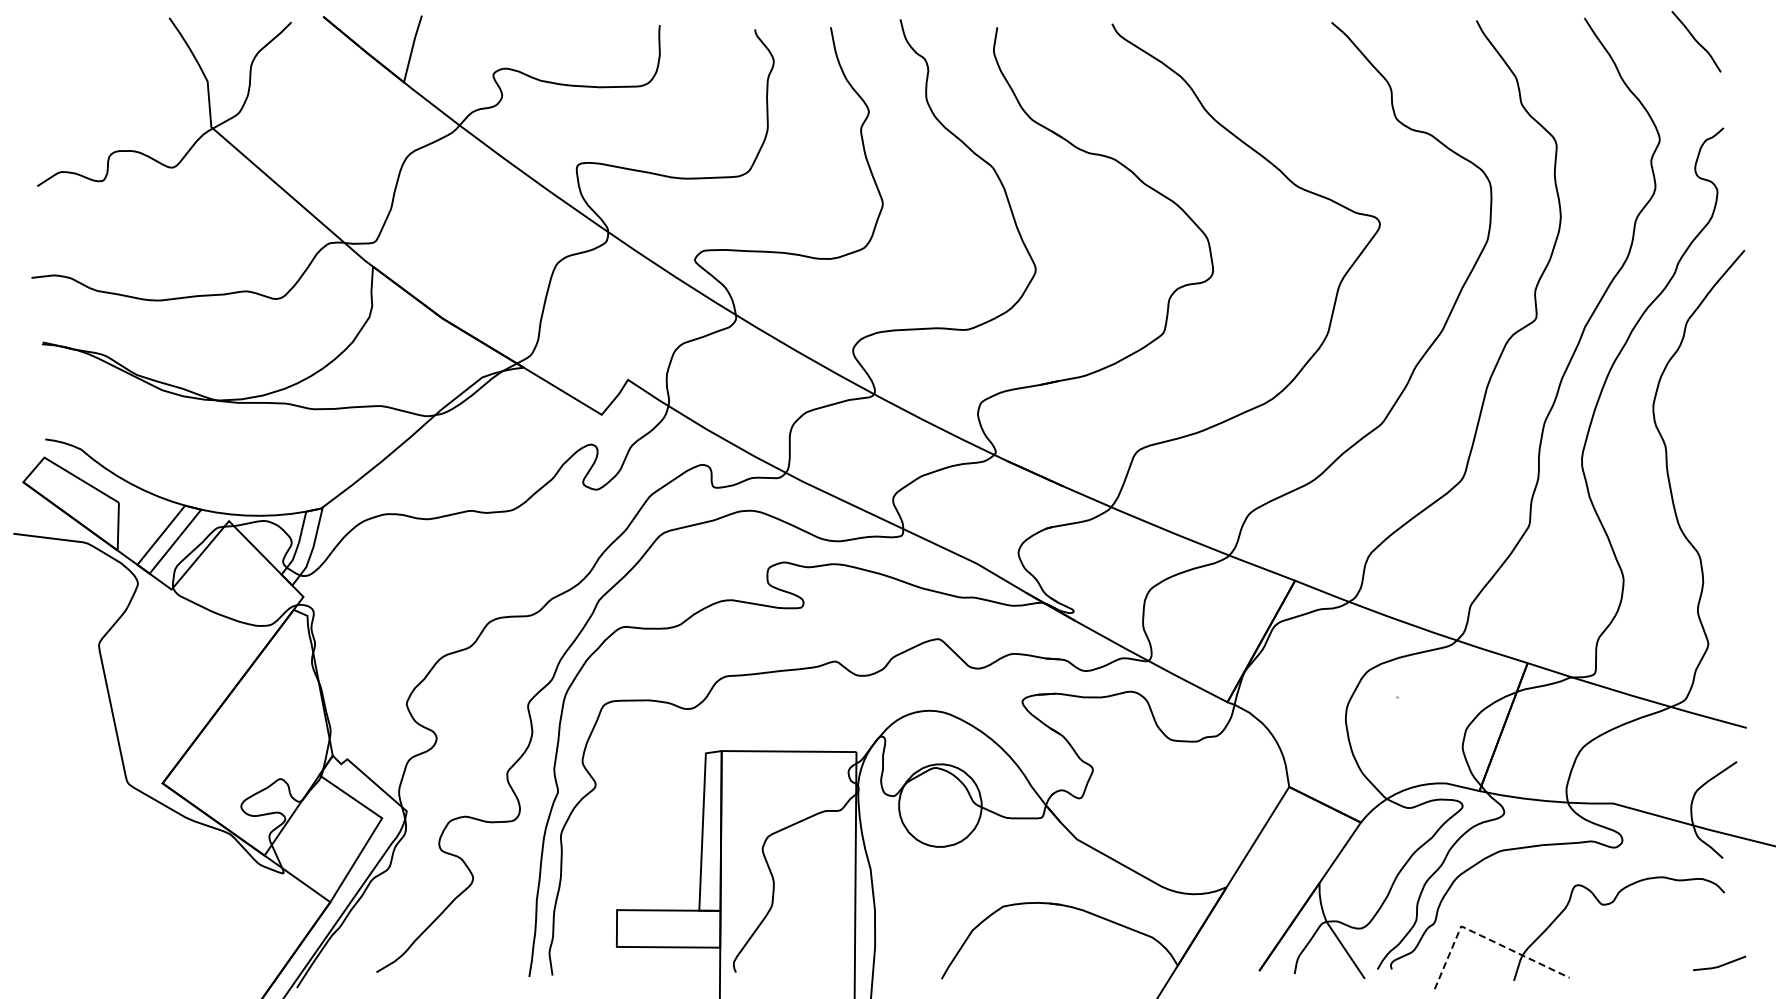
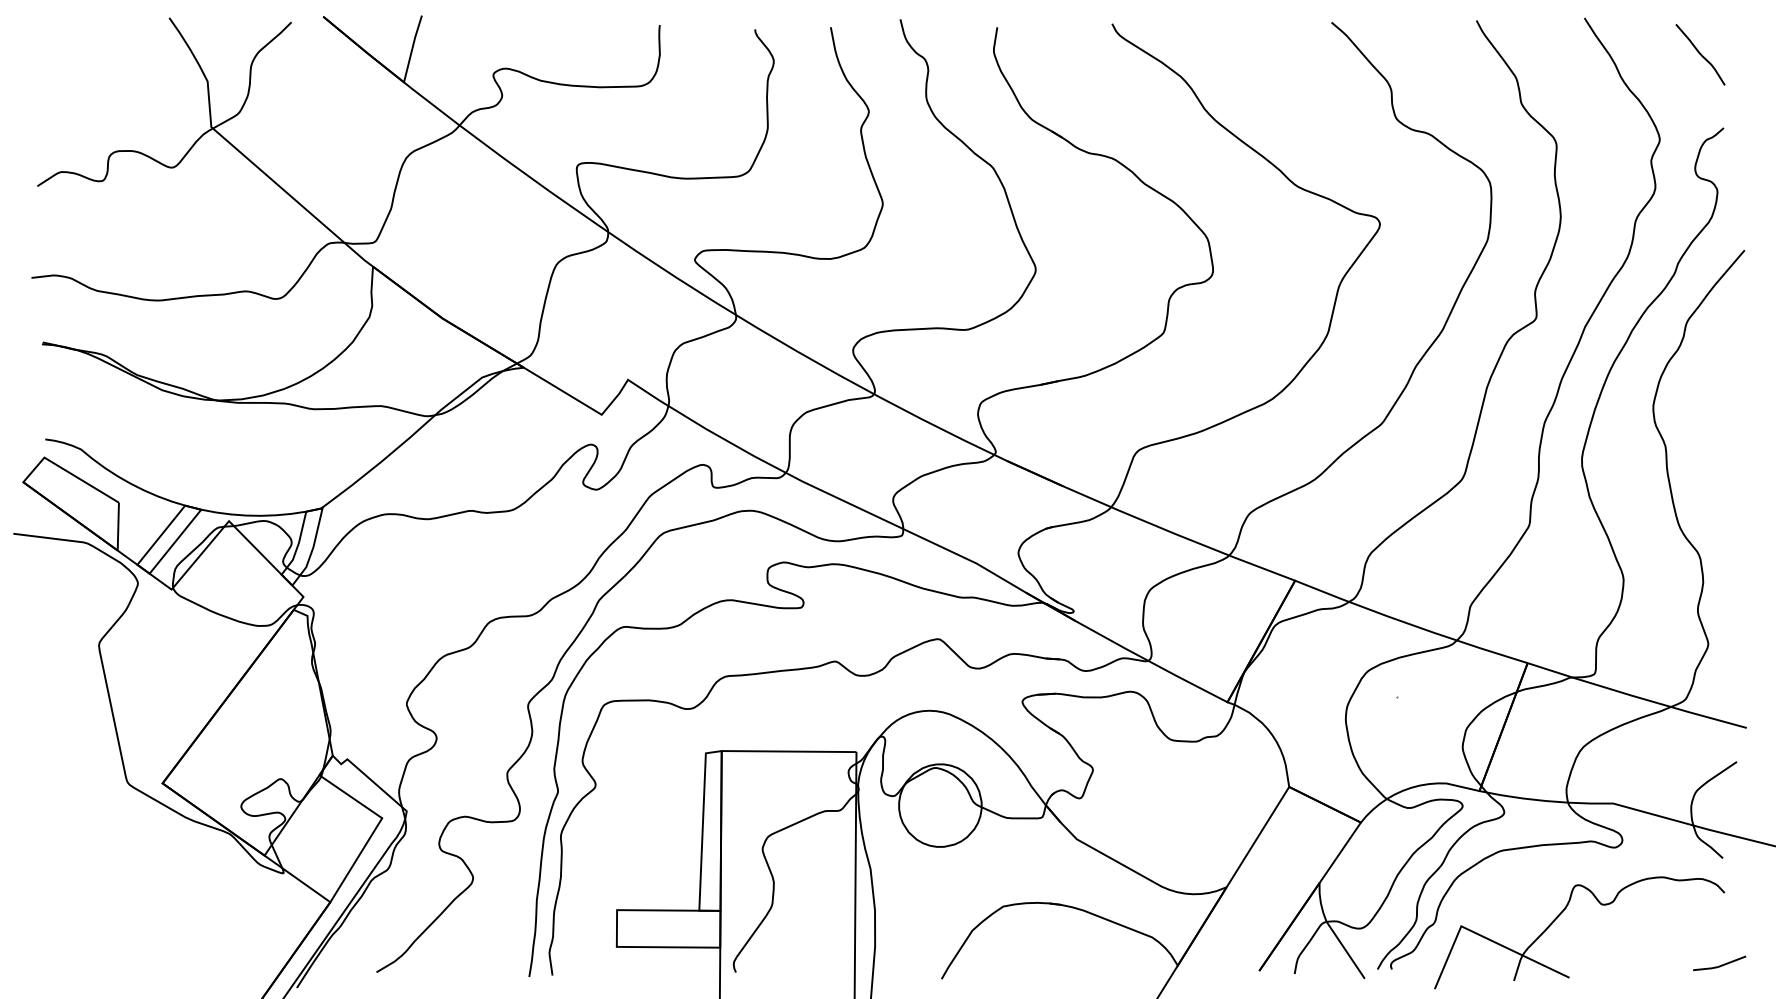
curve at (1696, 41) position: (1696, 41) -> (1700, 54)
line at (1483, 937): dashed -> solid
